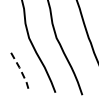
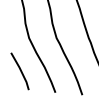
line at (21, 71): dashed -> solid
